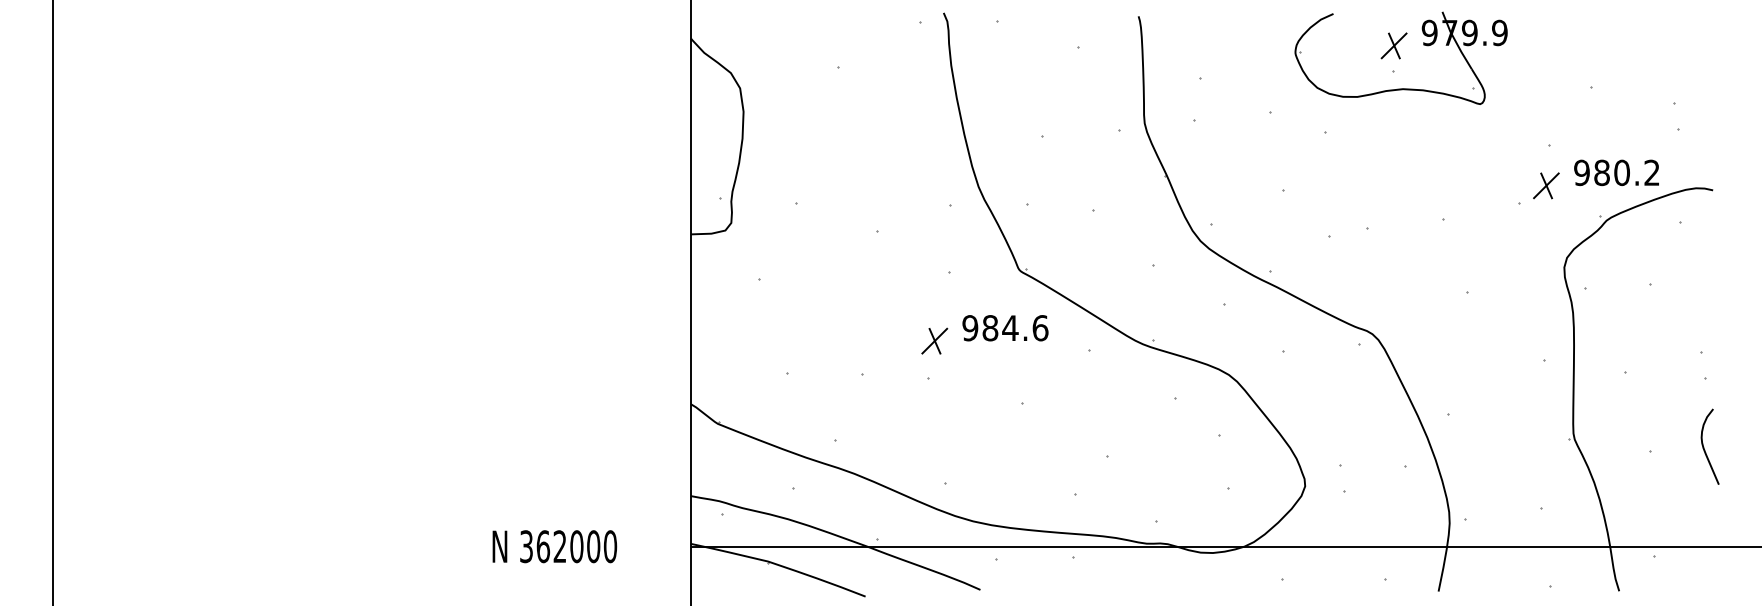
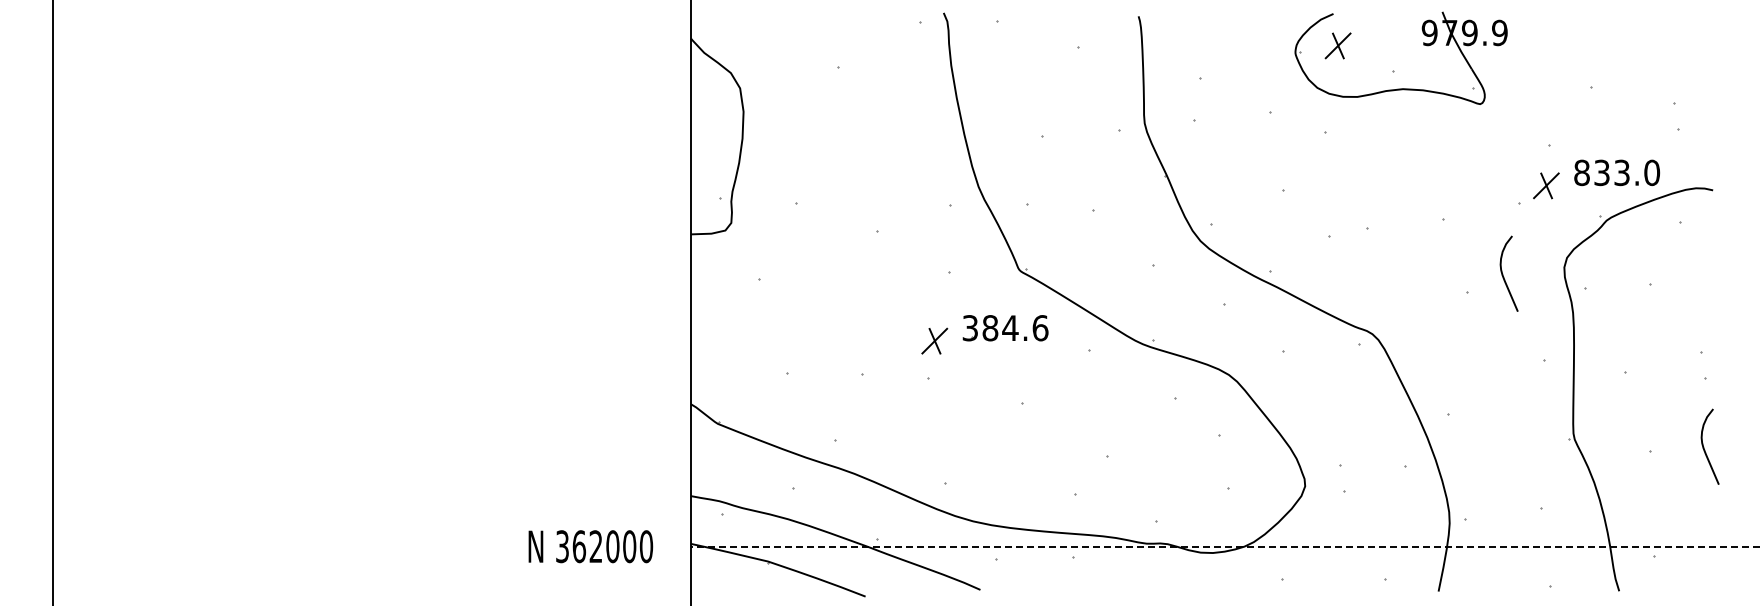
part at (1393, 45) position: (1393, 45) -> (1337, 45)
text at (1617, 172): 980.2 -> 833.0
curve at (1503, 274): none -> present
text at (970, 328): 984.6 -> 384.6
text at (554, 546) position: (554, 546) -> (590, 546)
line at (1225, 546): solid -> dashed
